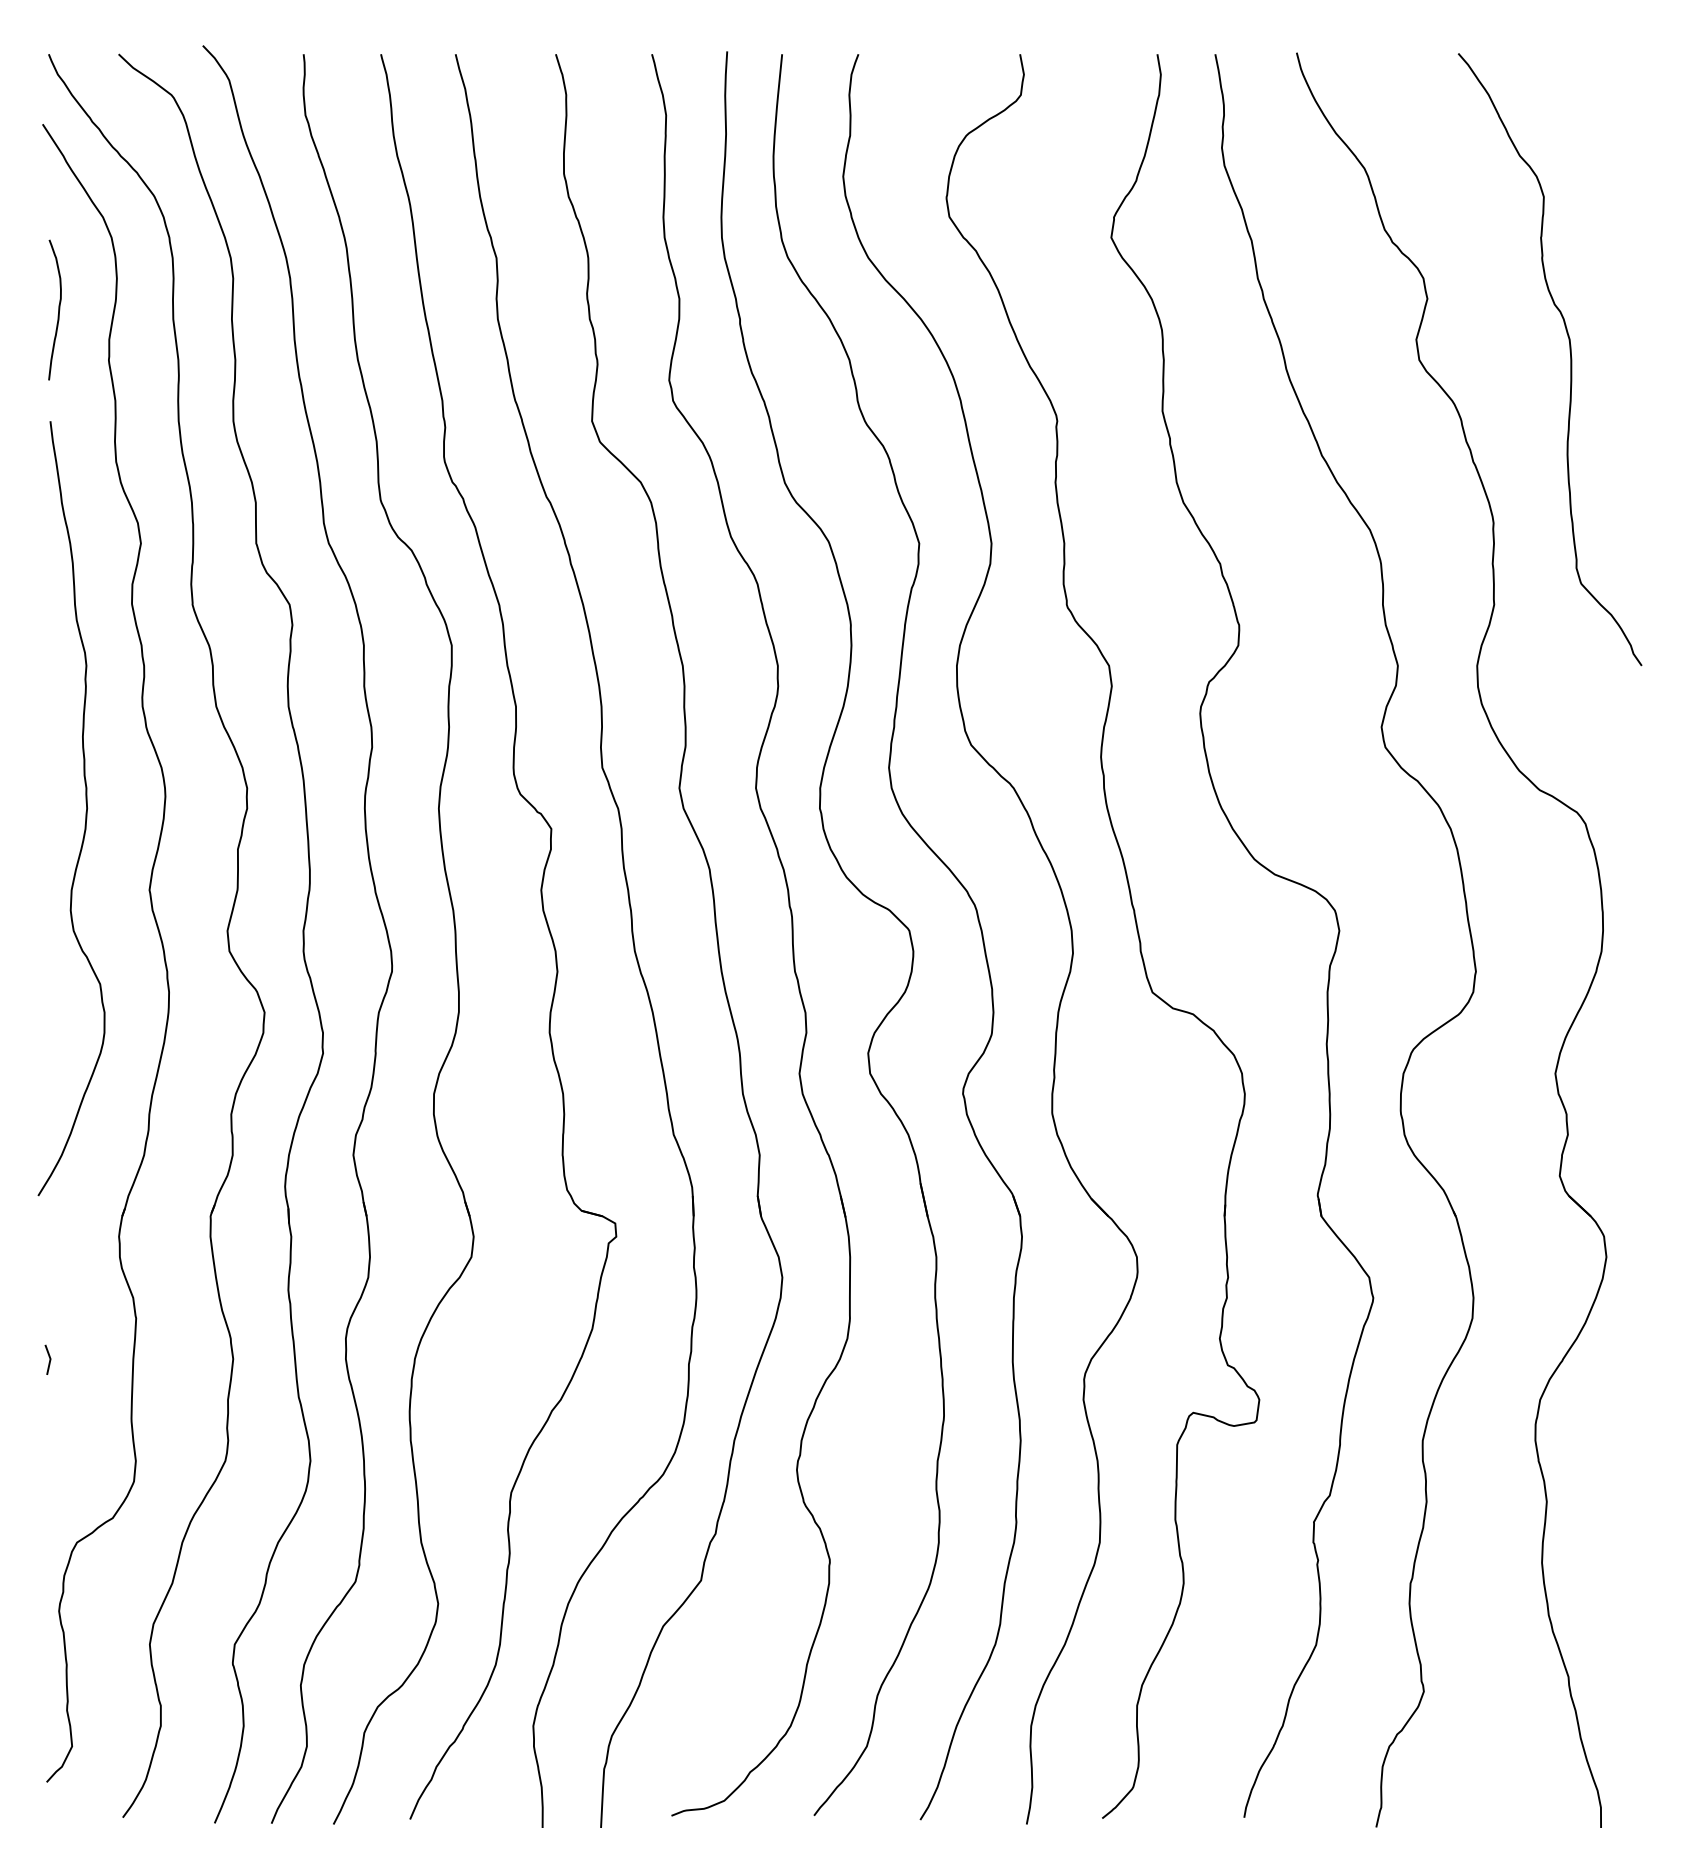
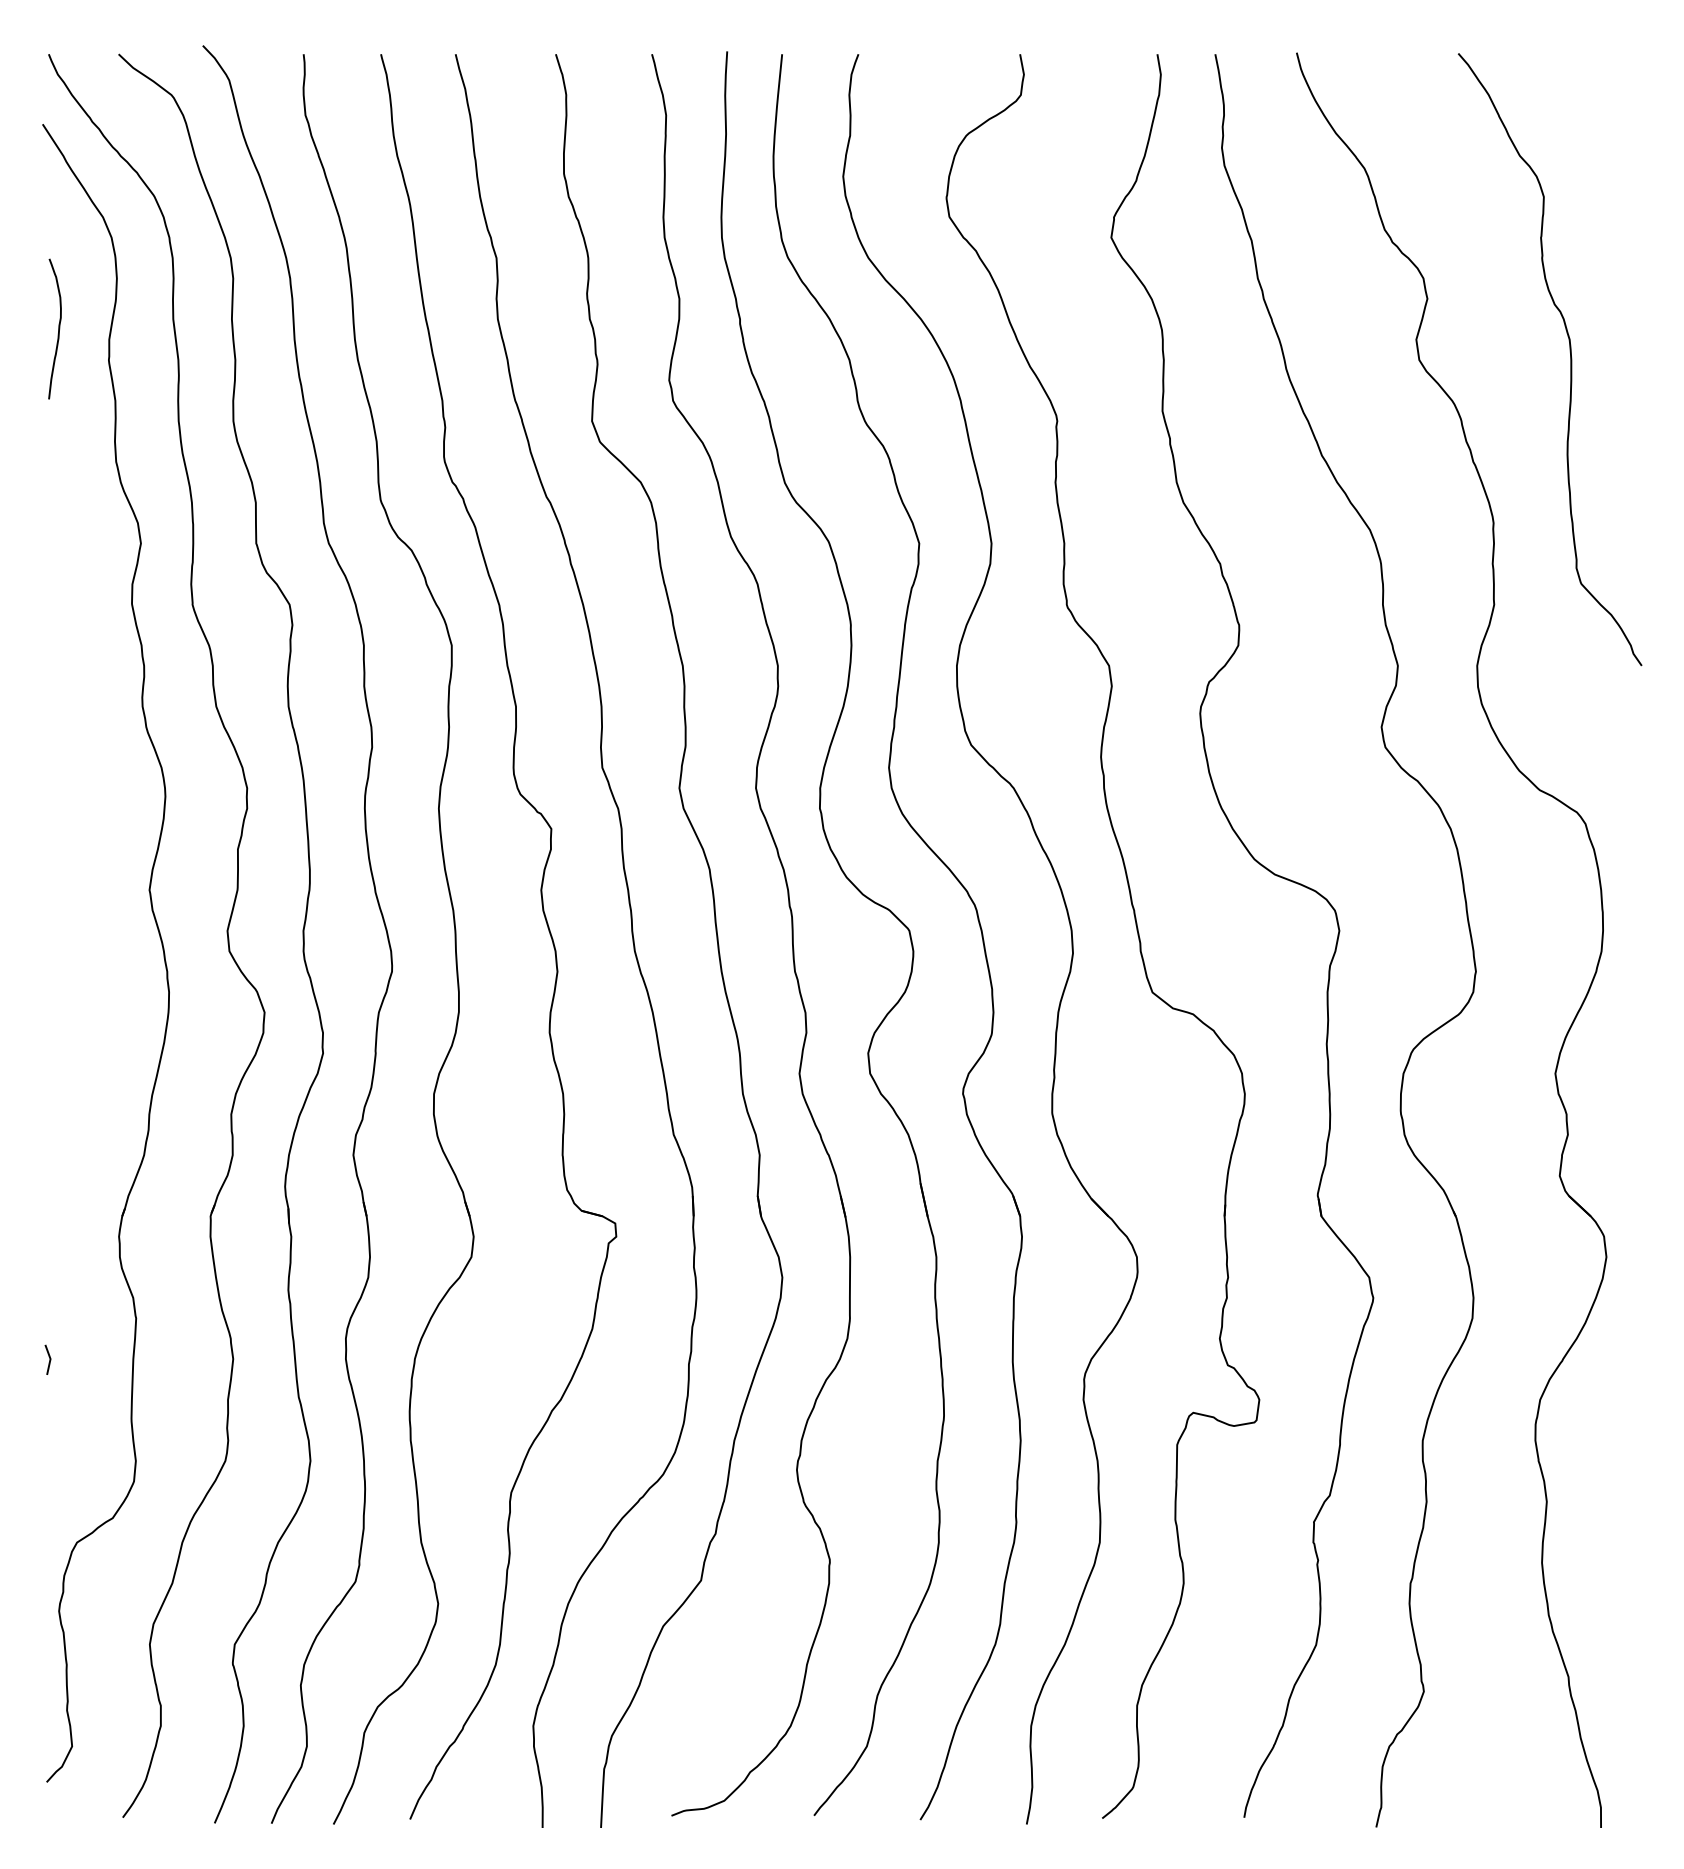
curve at (58, 309) position: (58, 309) -> (58, 328)
curve at (85, 812): present -> none
